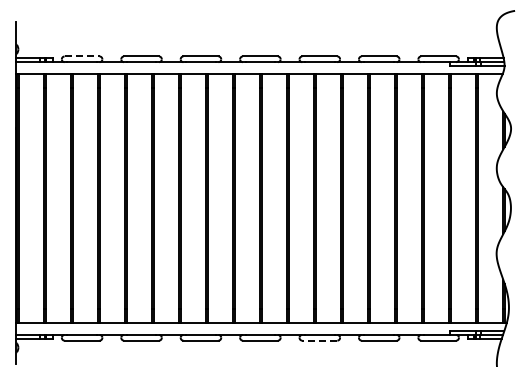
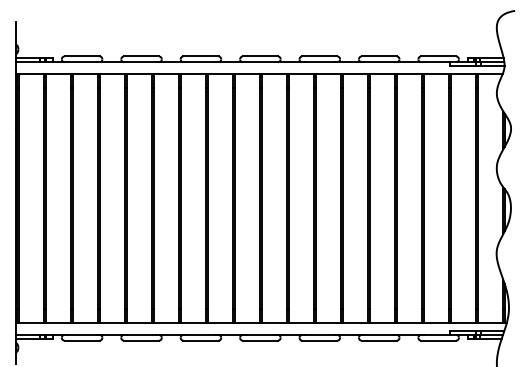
line at (82, 56): dashed -> solid
line at (319, 340): dashed -> solid
